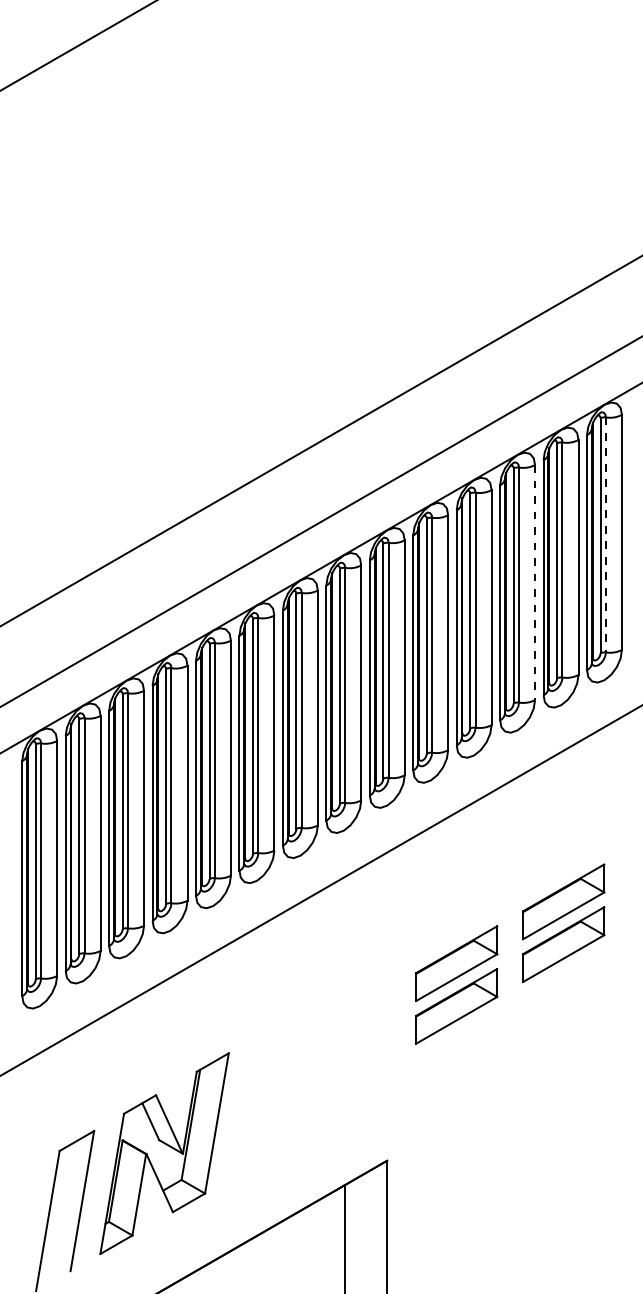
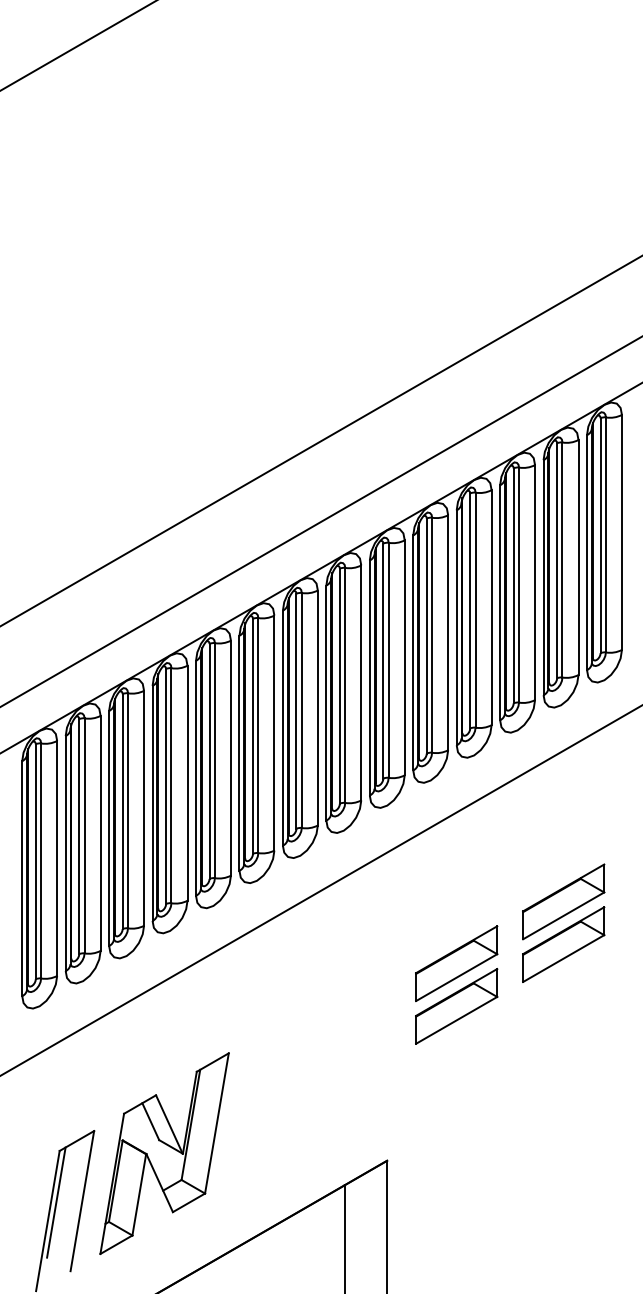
line at (605, 534): dashed -> solid
line at (535, 582): dashed -> solid
line at (56, 1202): none -> present
